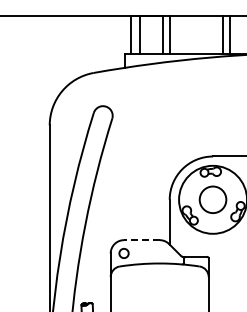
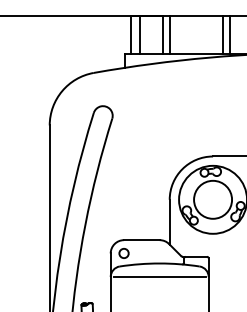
circle at (212, 199) diameter: 27 px -> 38 px
line at (141, 240): dashed -> solid
line at (159, 277): none -> present
